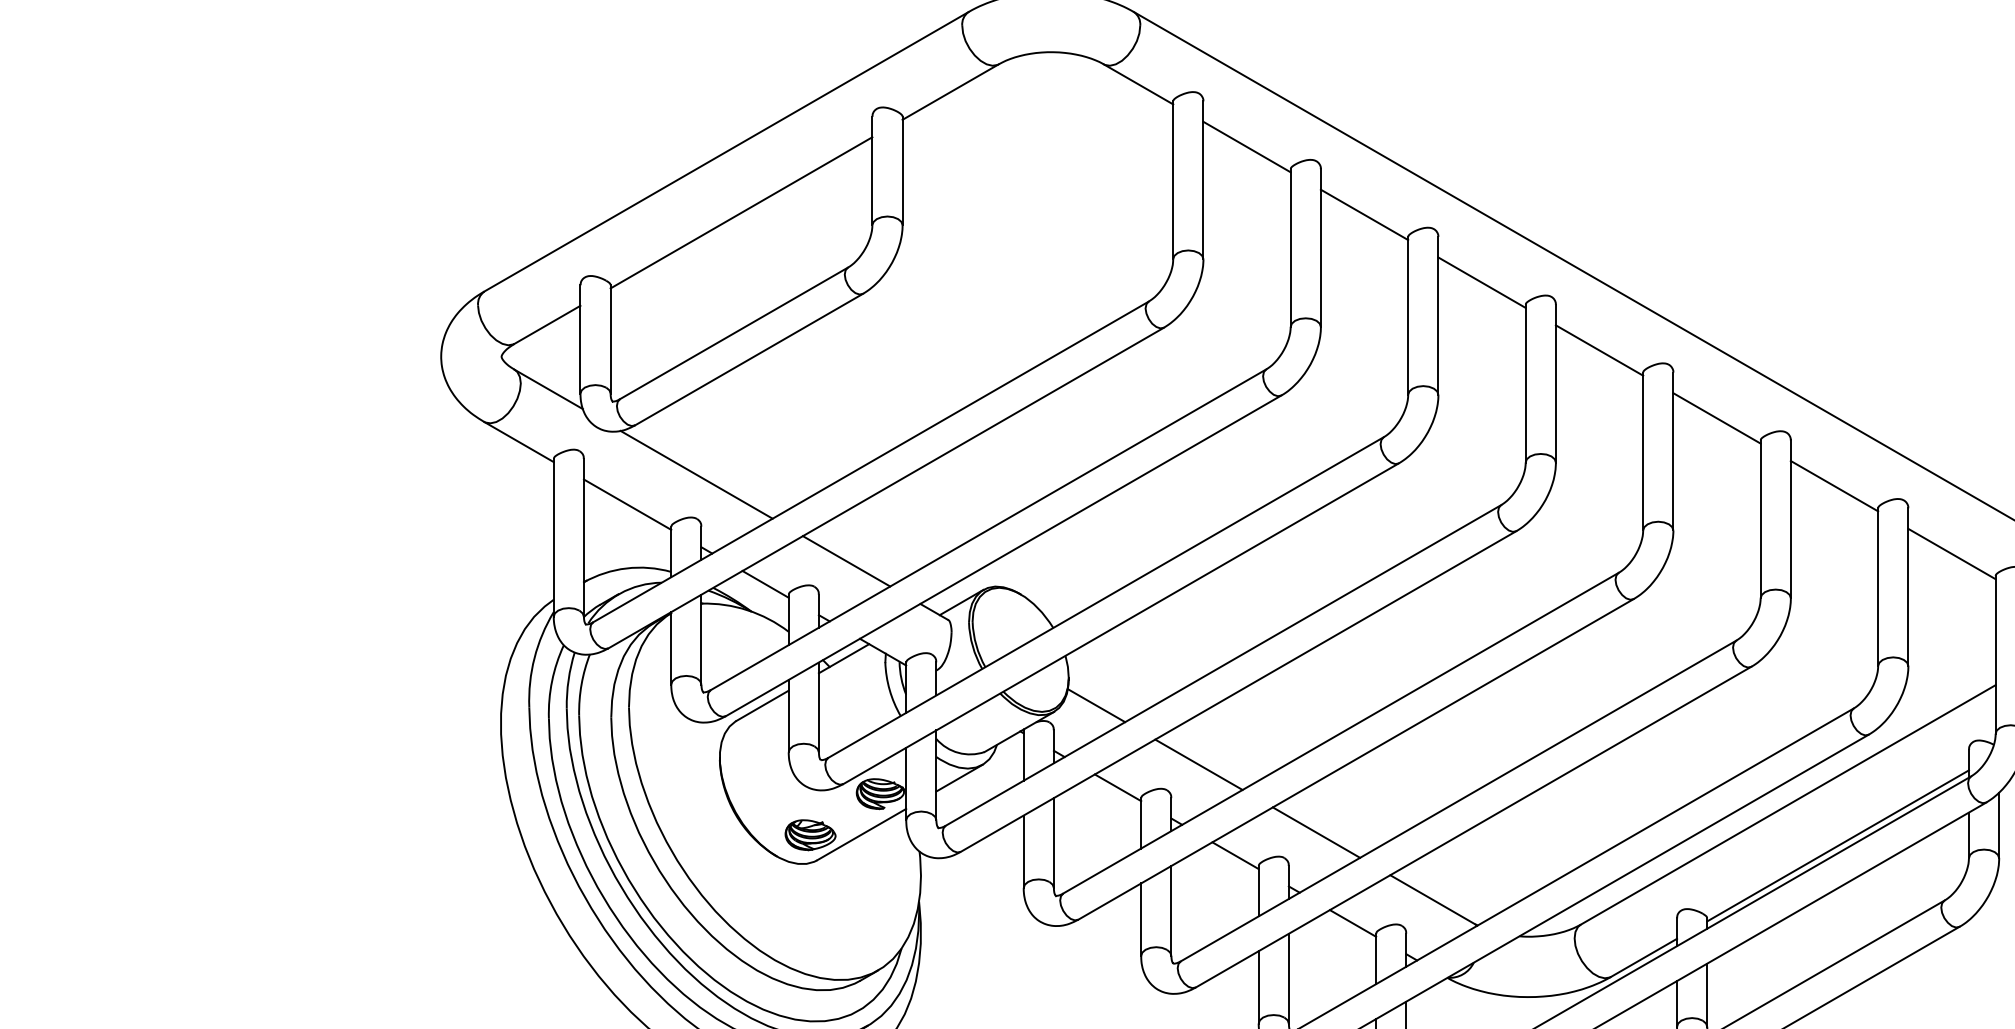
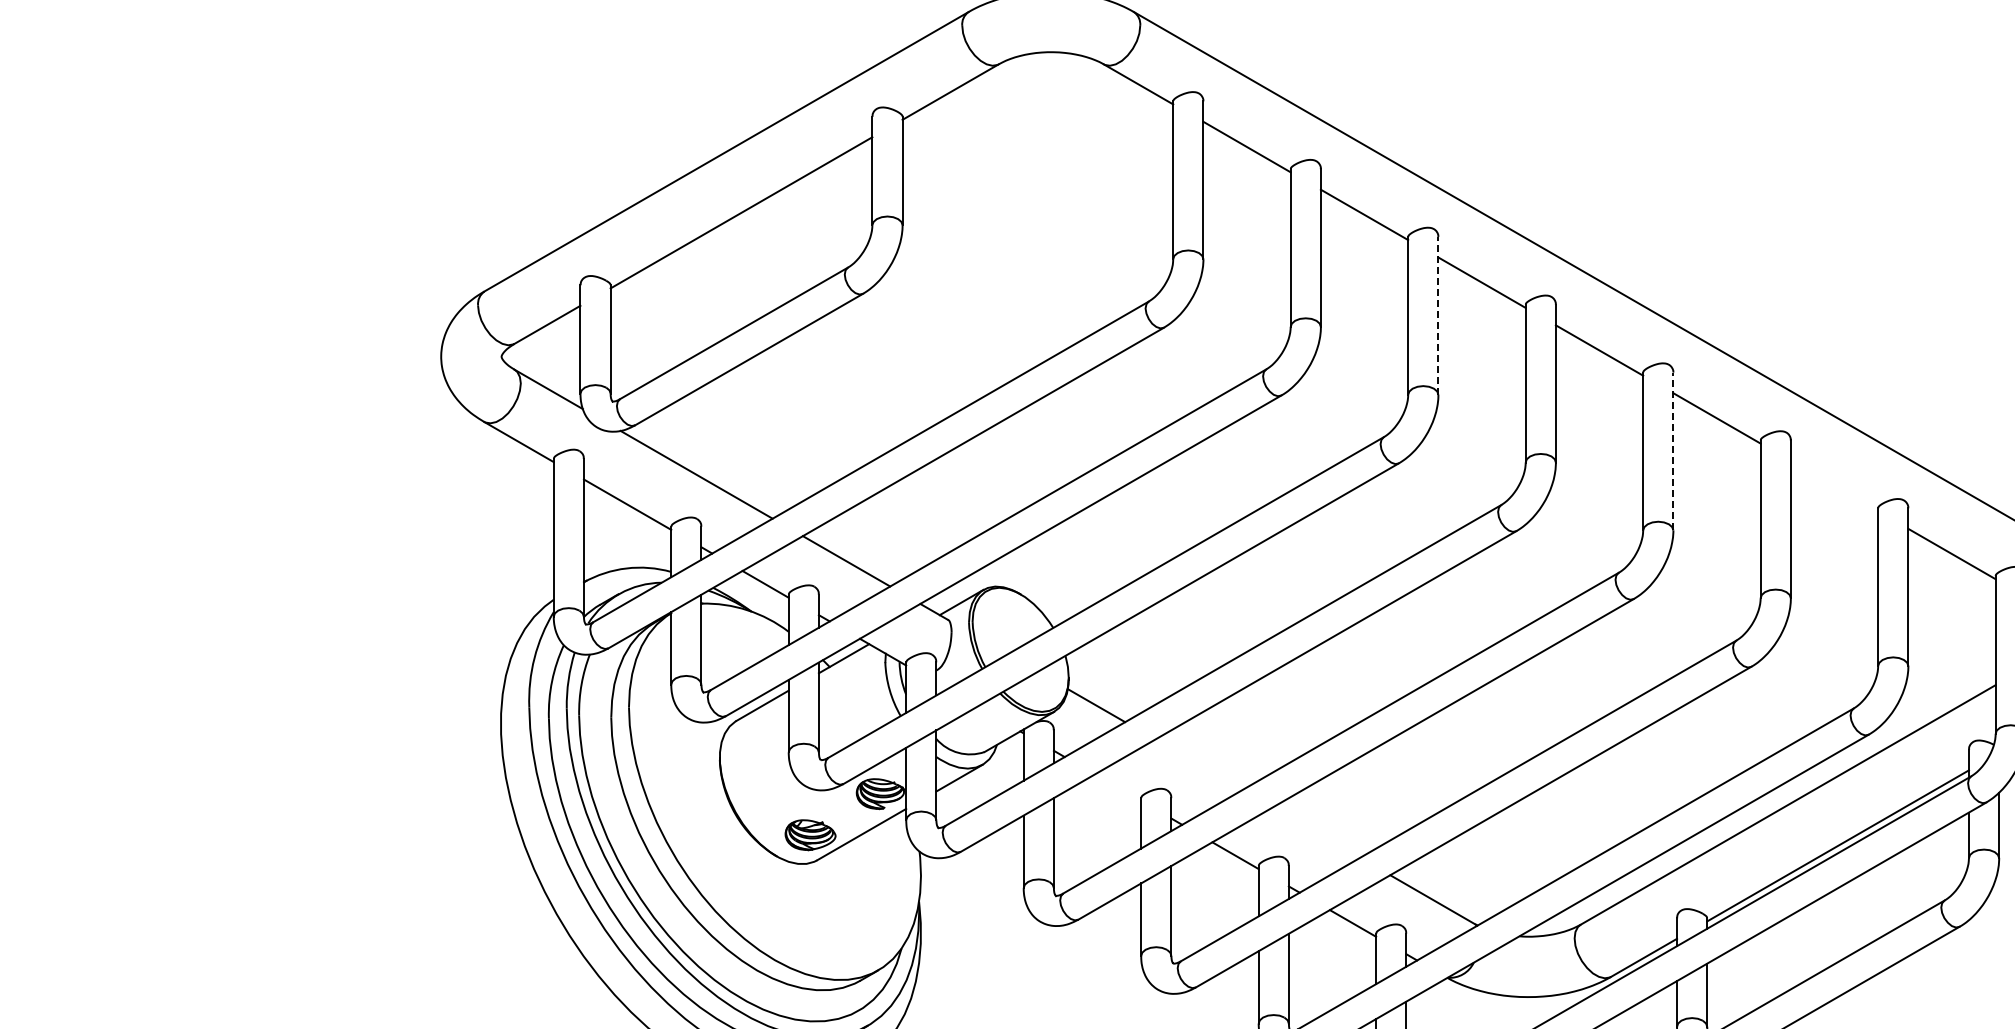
line at (1438, 315): solid -> dashed
line at (1673, 451): solid -> dashed
line at (1834, 486): present -> none
line at (1198, 764): present -> none
line at (1117, 787): present -> none
line at (1316, 832): present -> none
